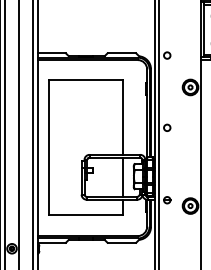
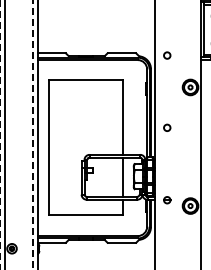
line at (0, 134): solid -> dashed
line at (18, 134): present -> none
line at (32, 134): solid -> dashed
line at (158, 134): present -> none
